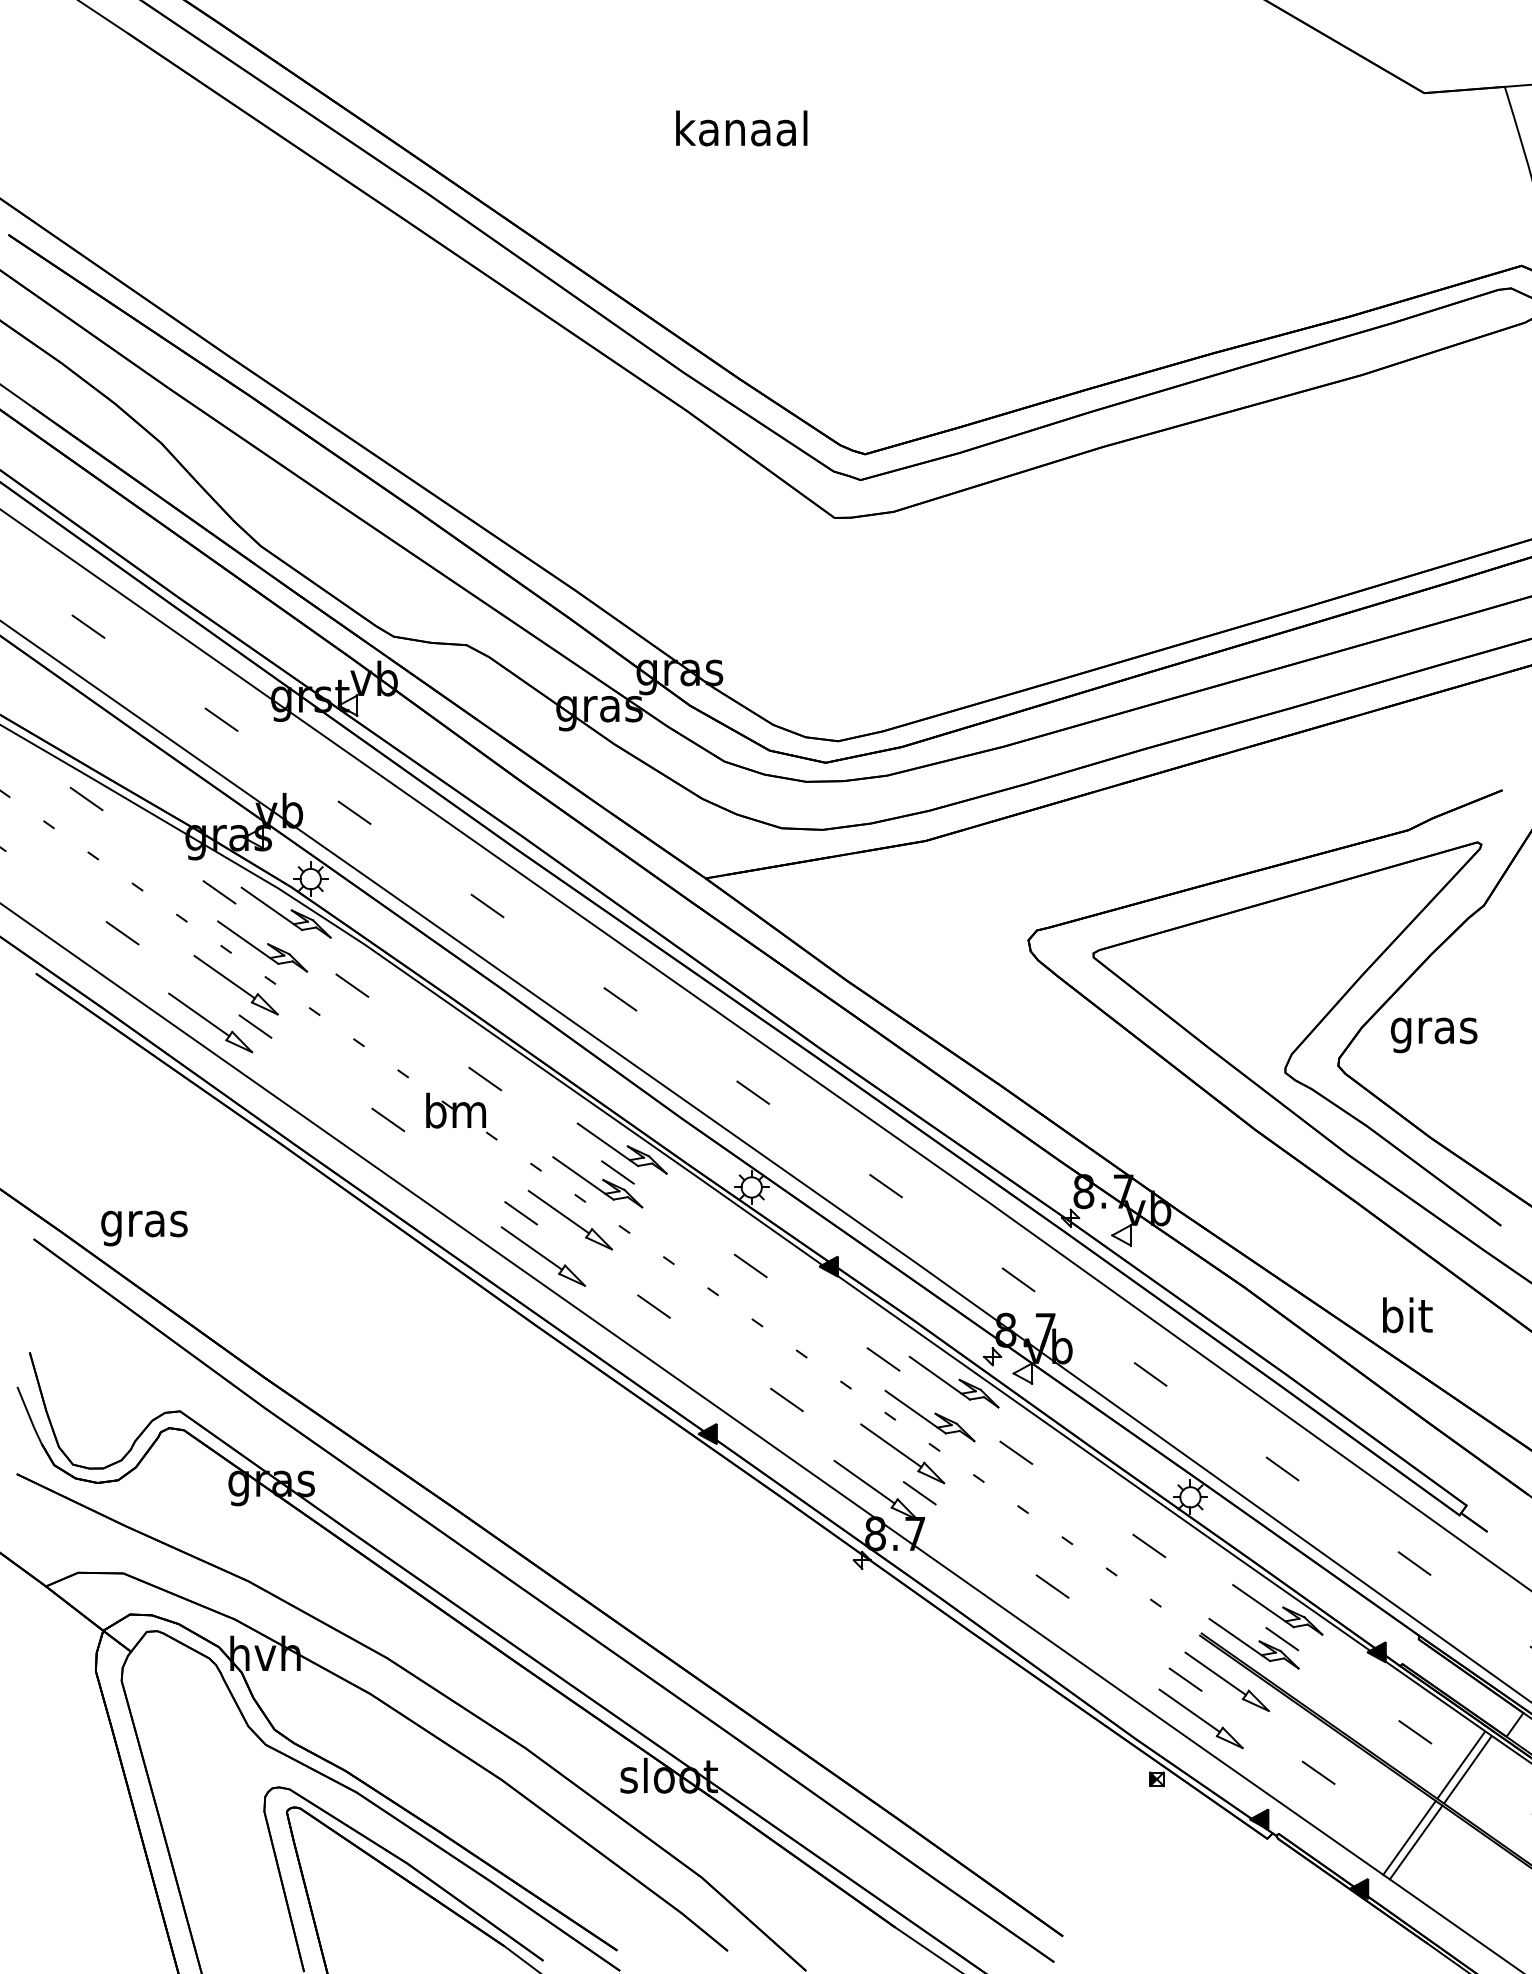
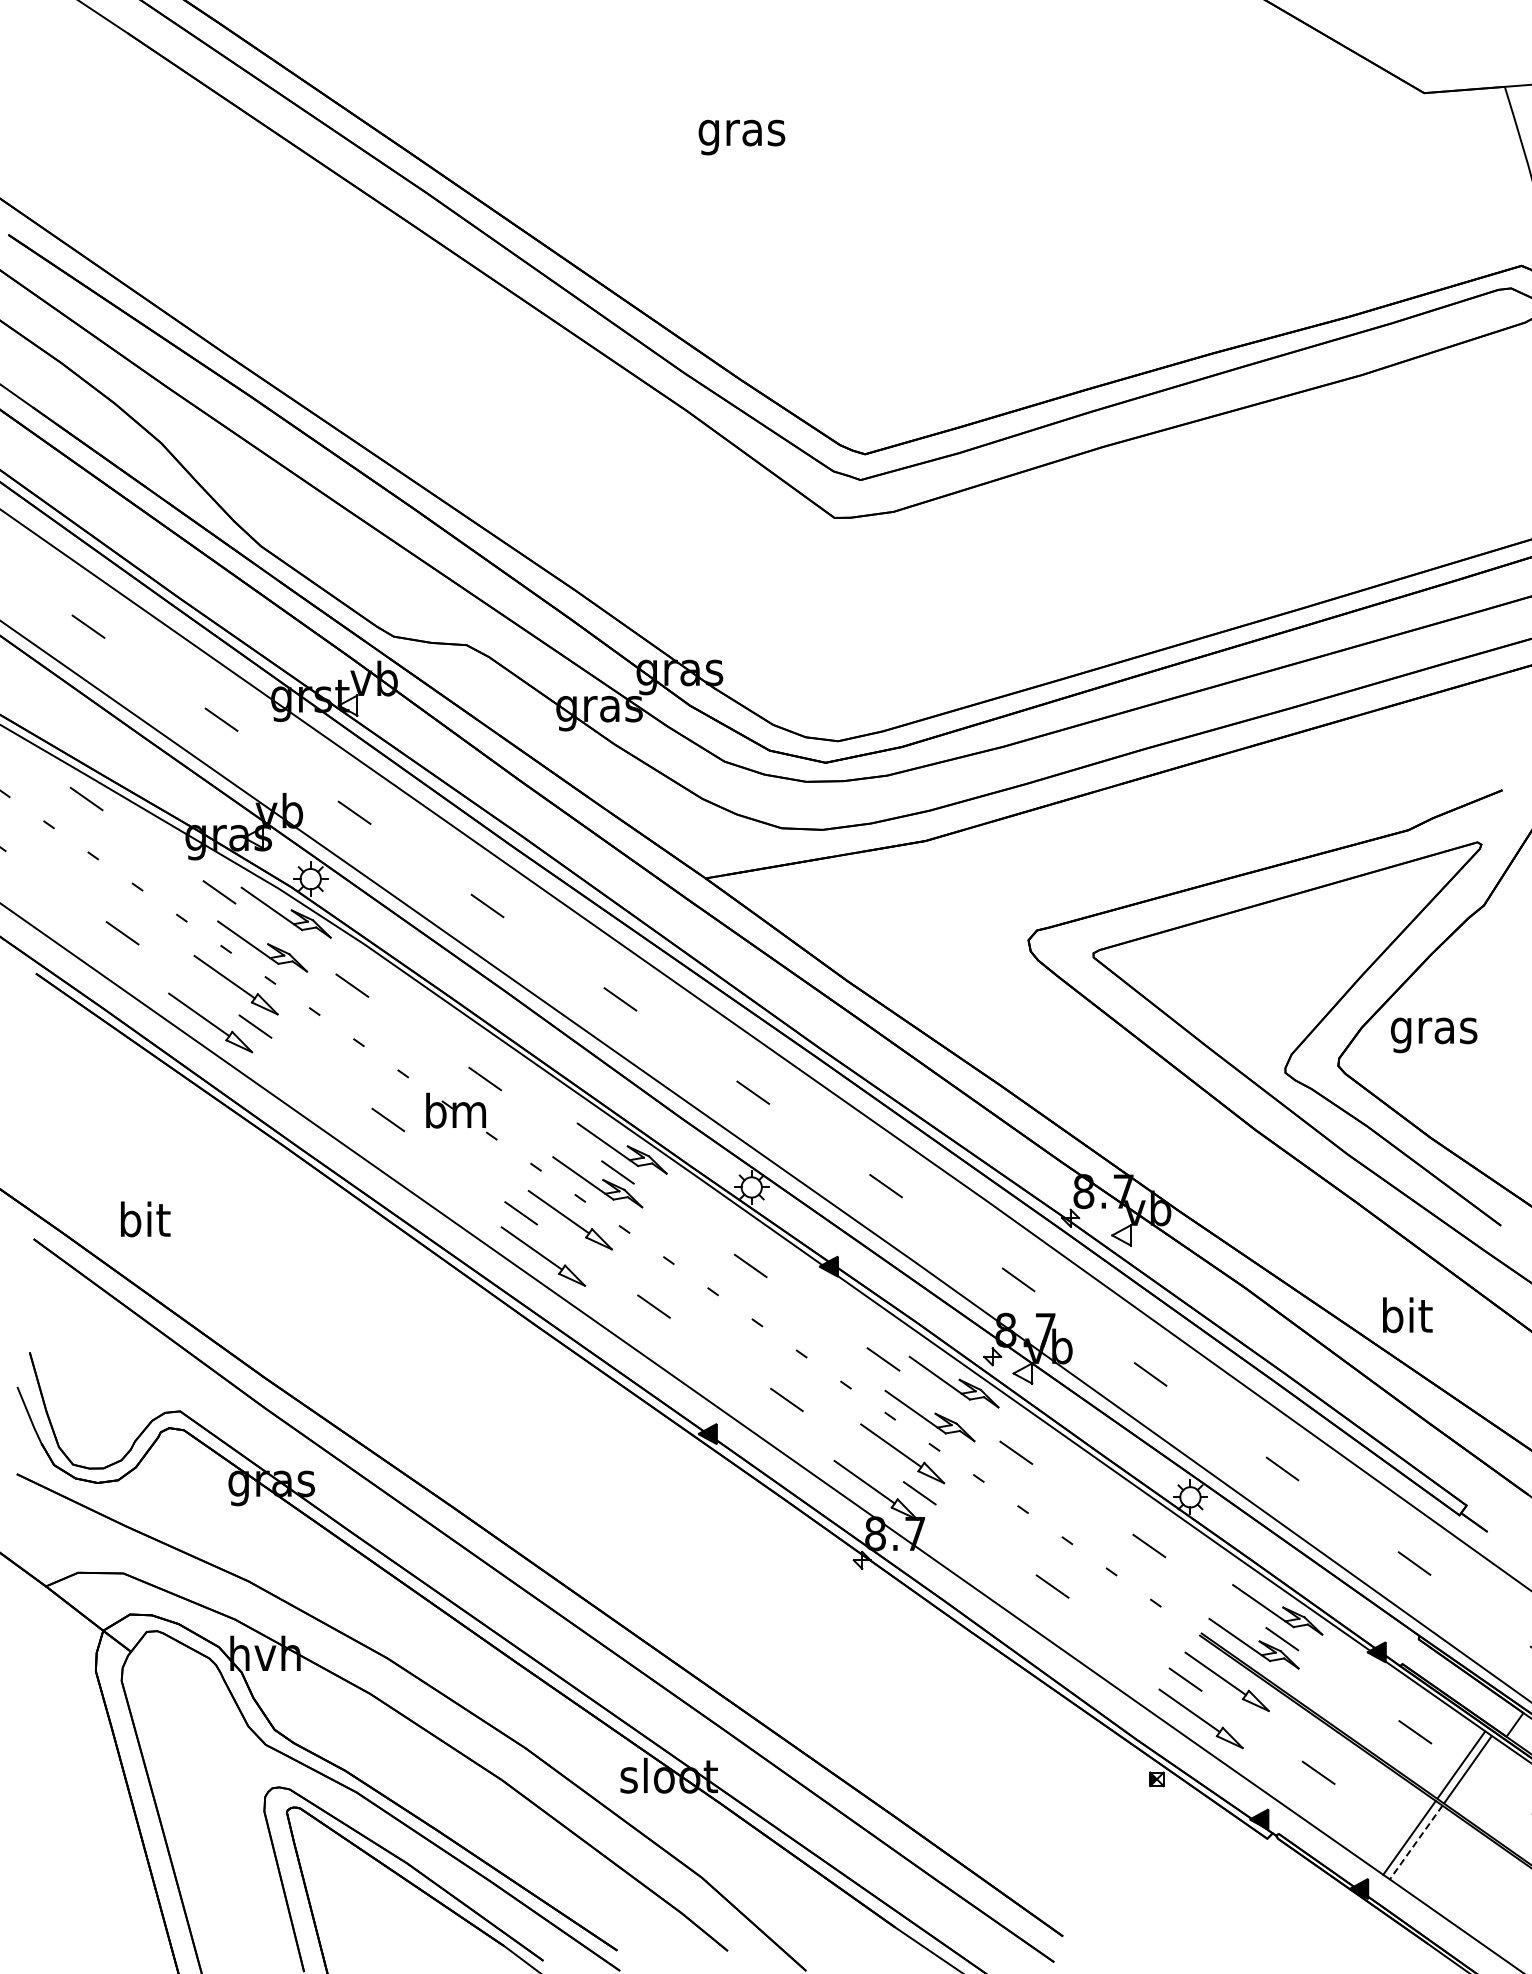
text at (741, 132): kanaal -> gras
text at (144, 1223): gras -> bit
line at (1415, 1842): solid -> dashed
